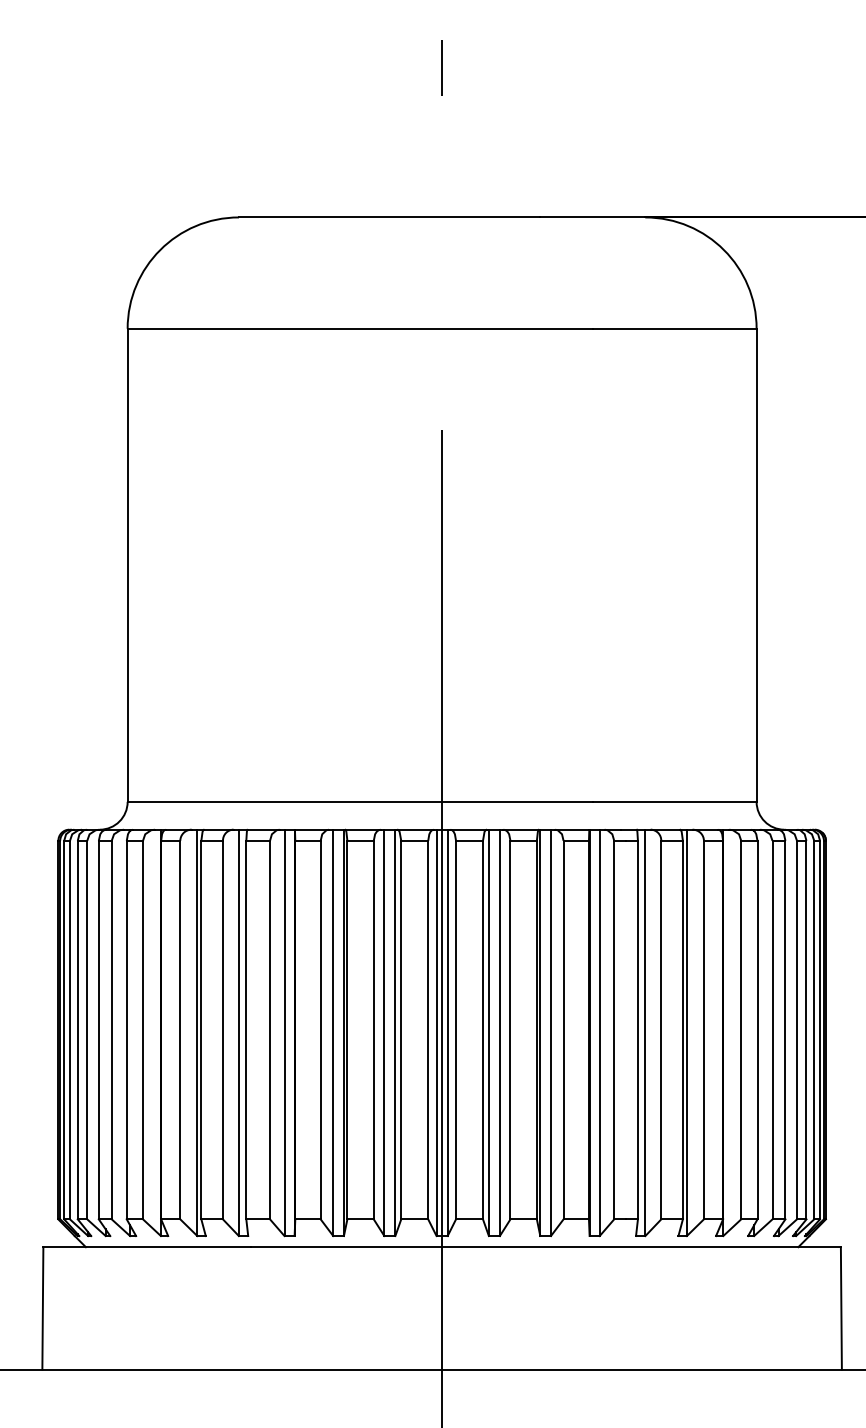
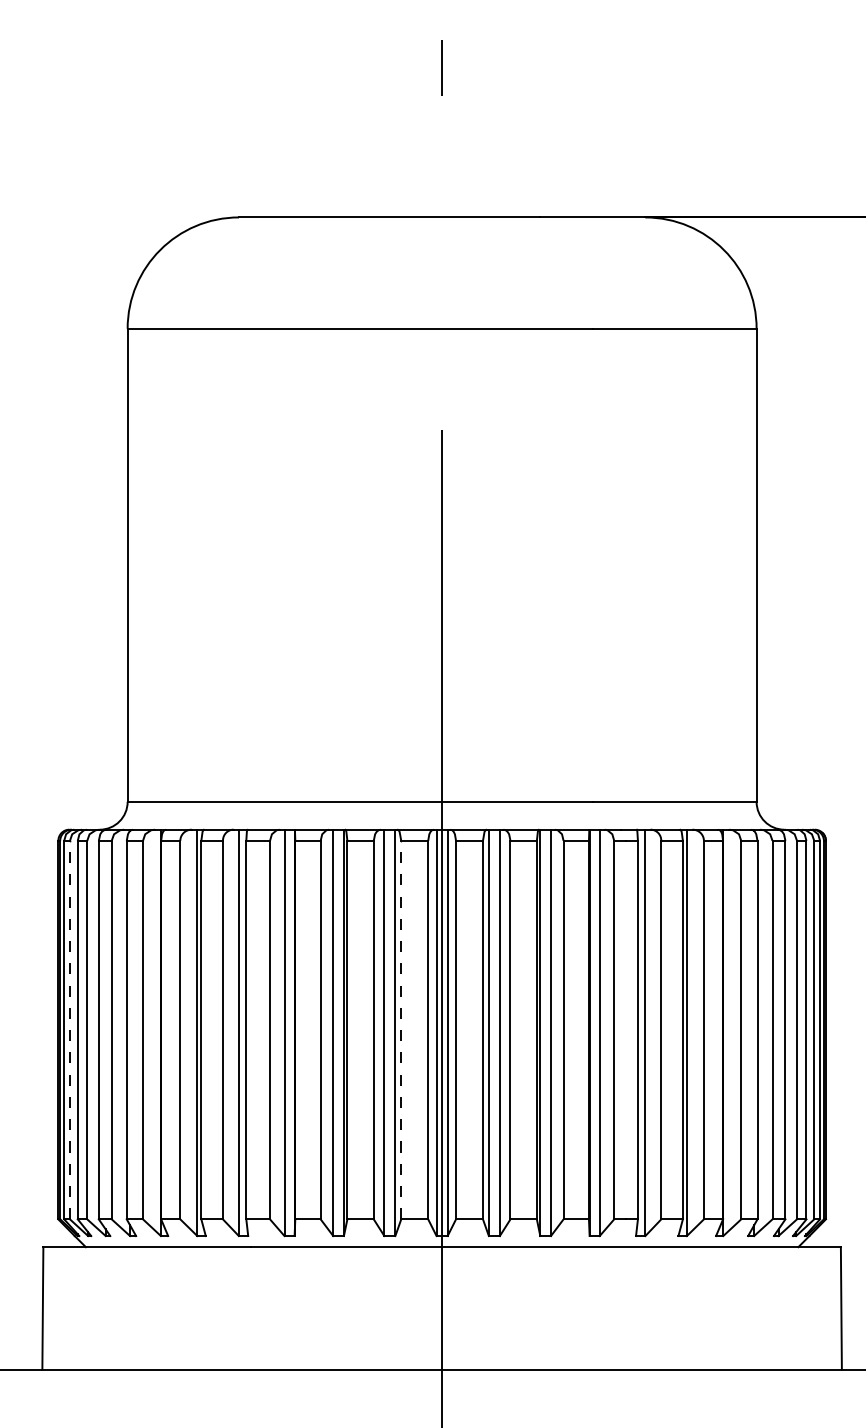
line at (69, 1029): solid -> dashed
line at (401, 1029): solid -> dashed
